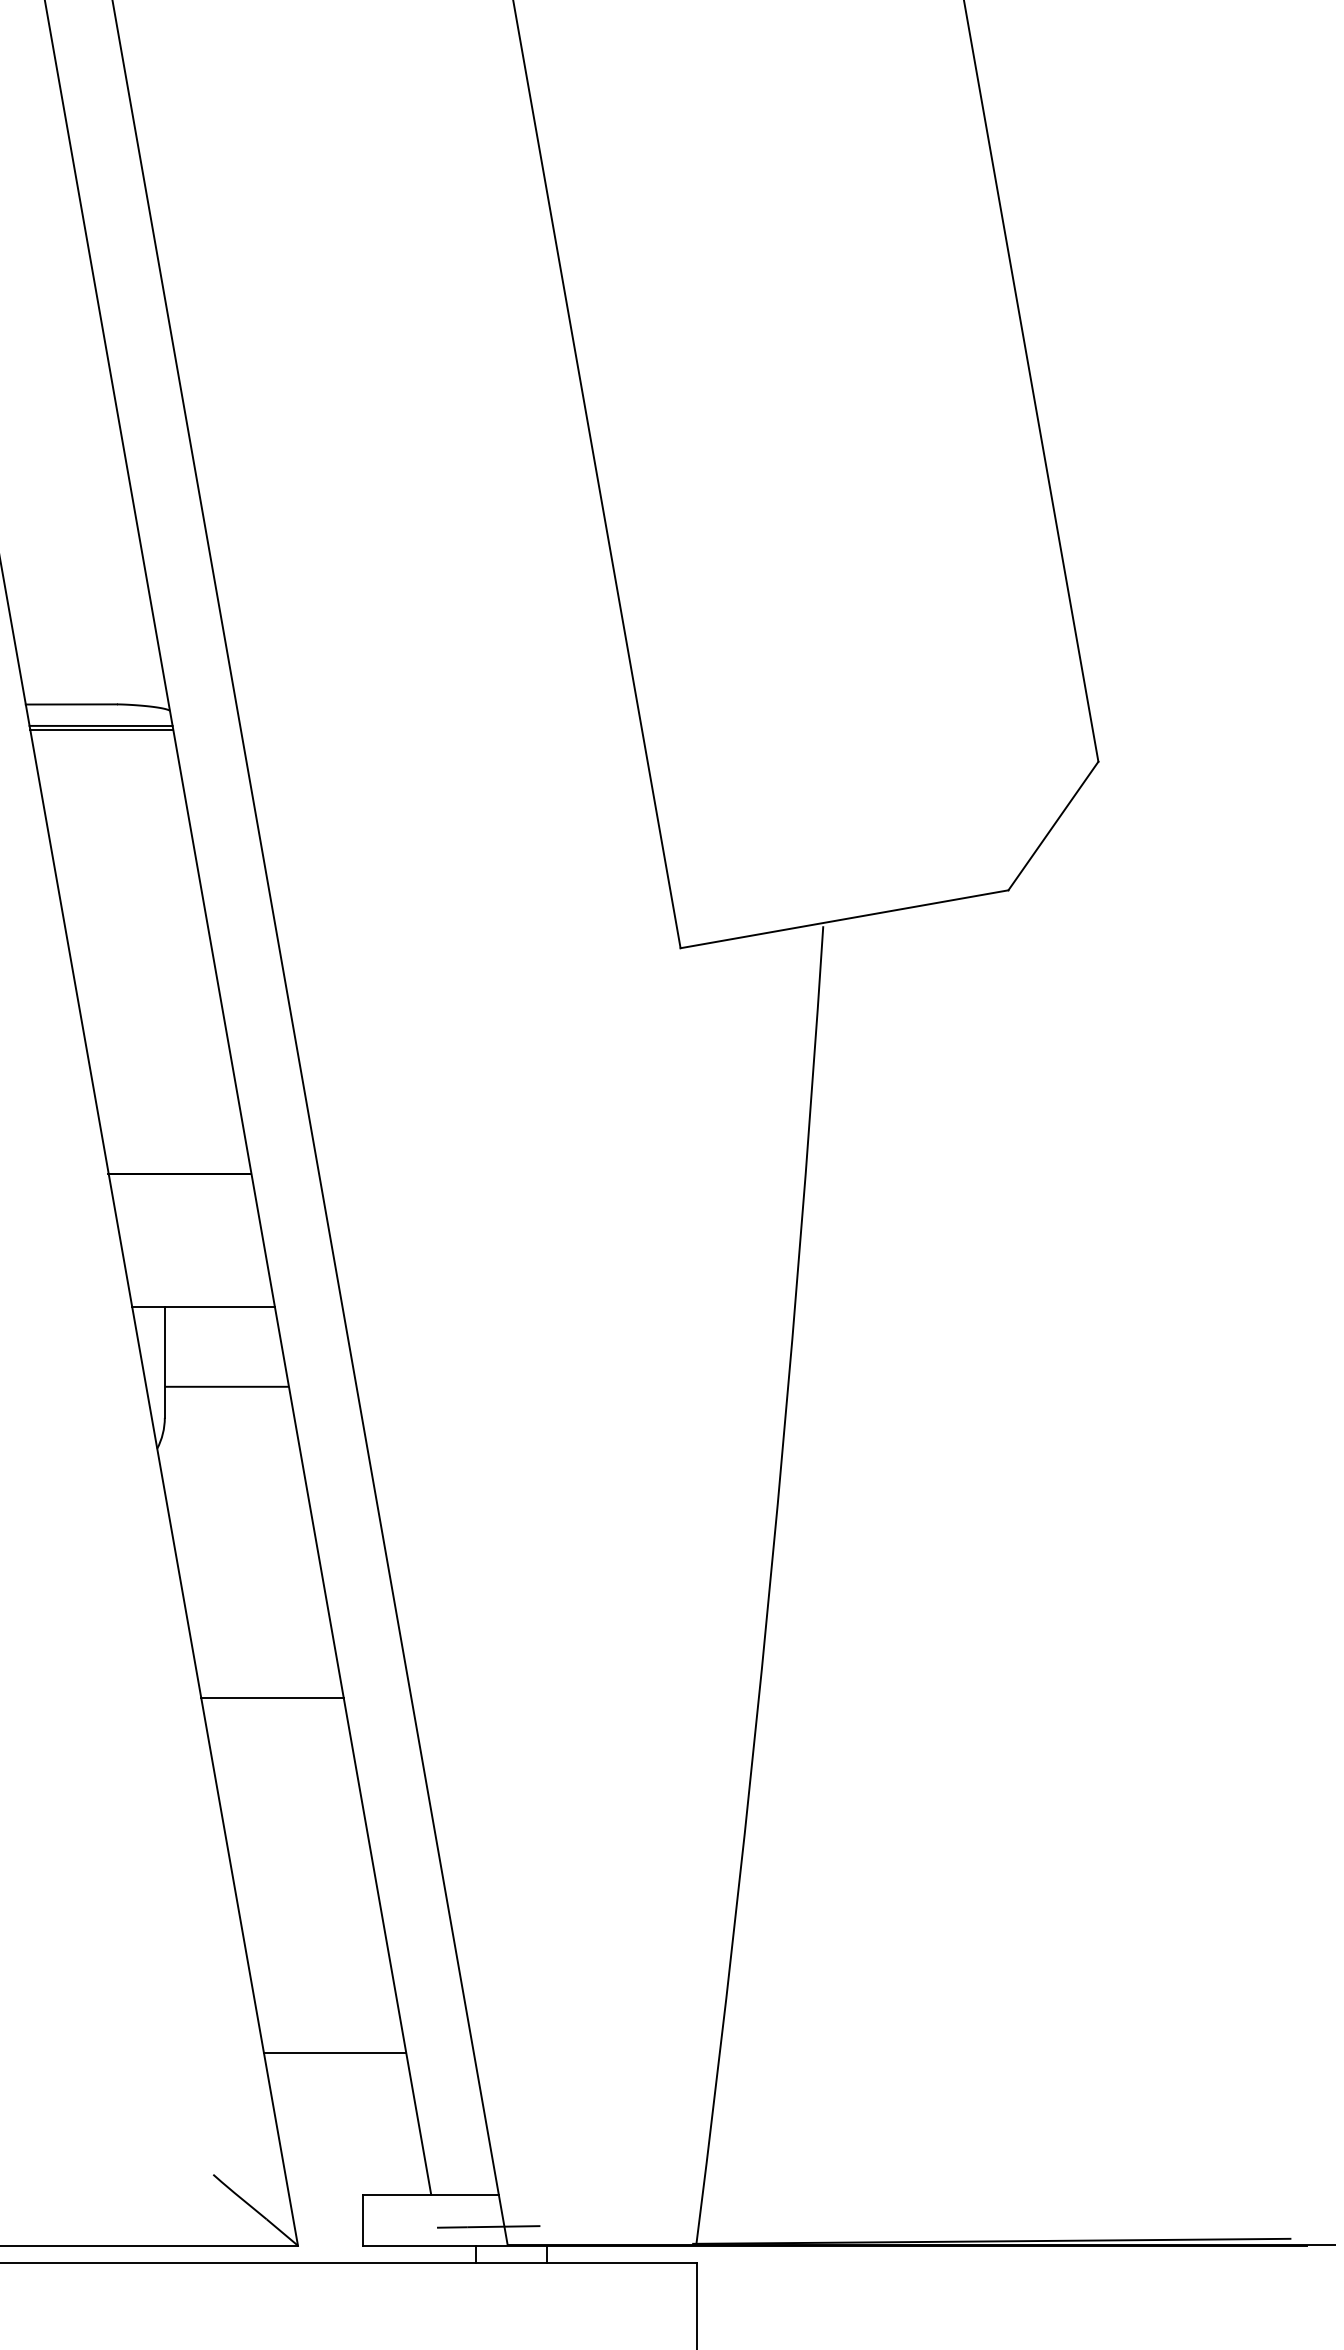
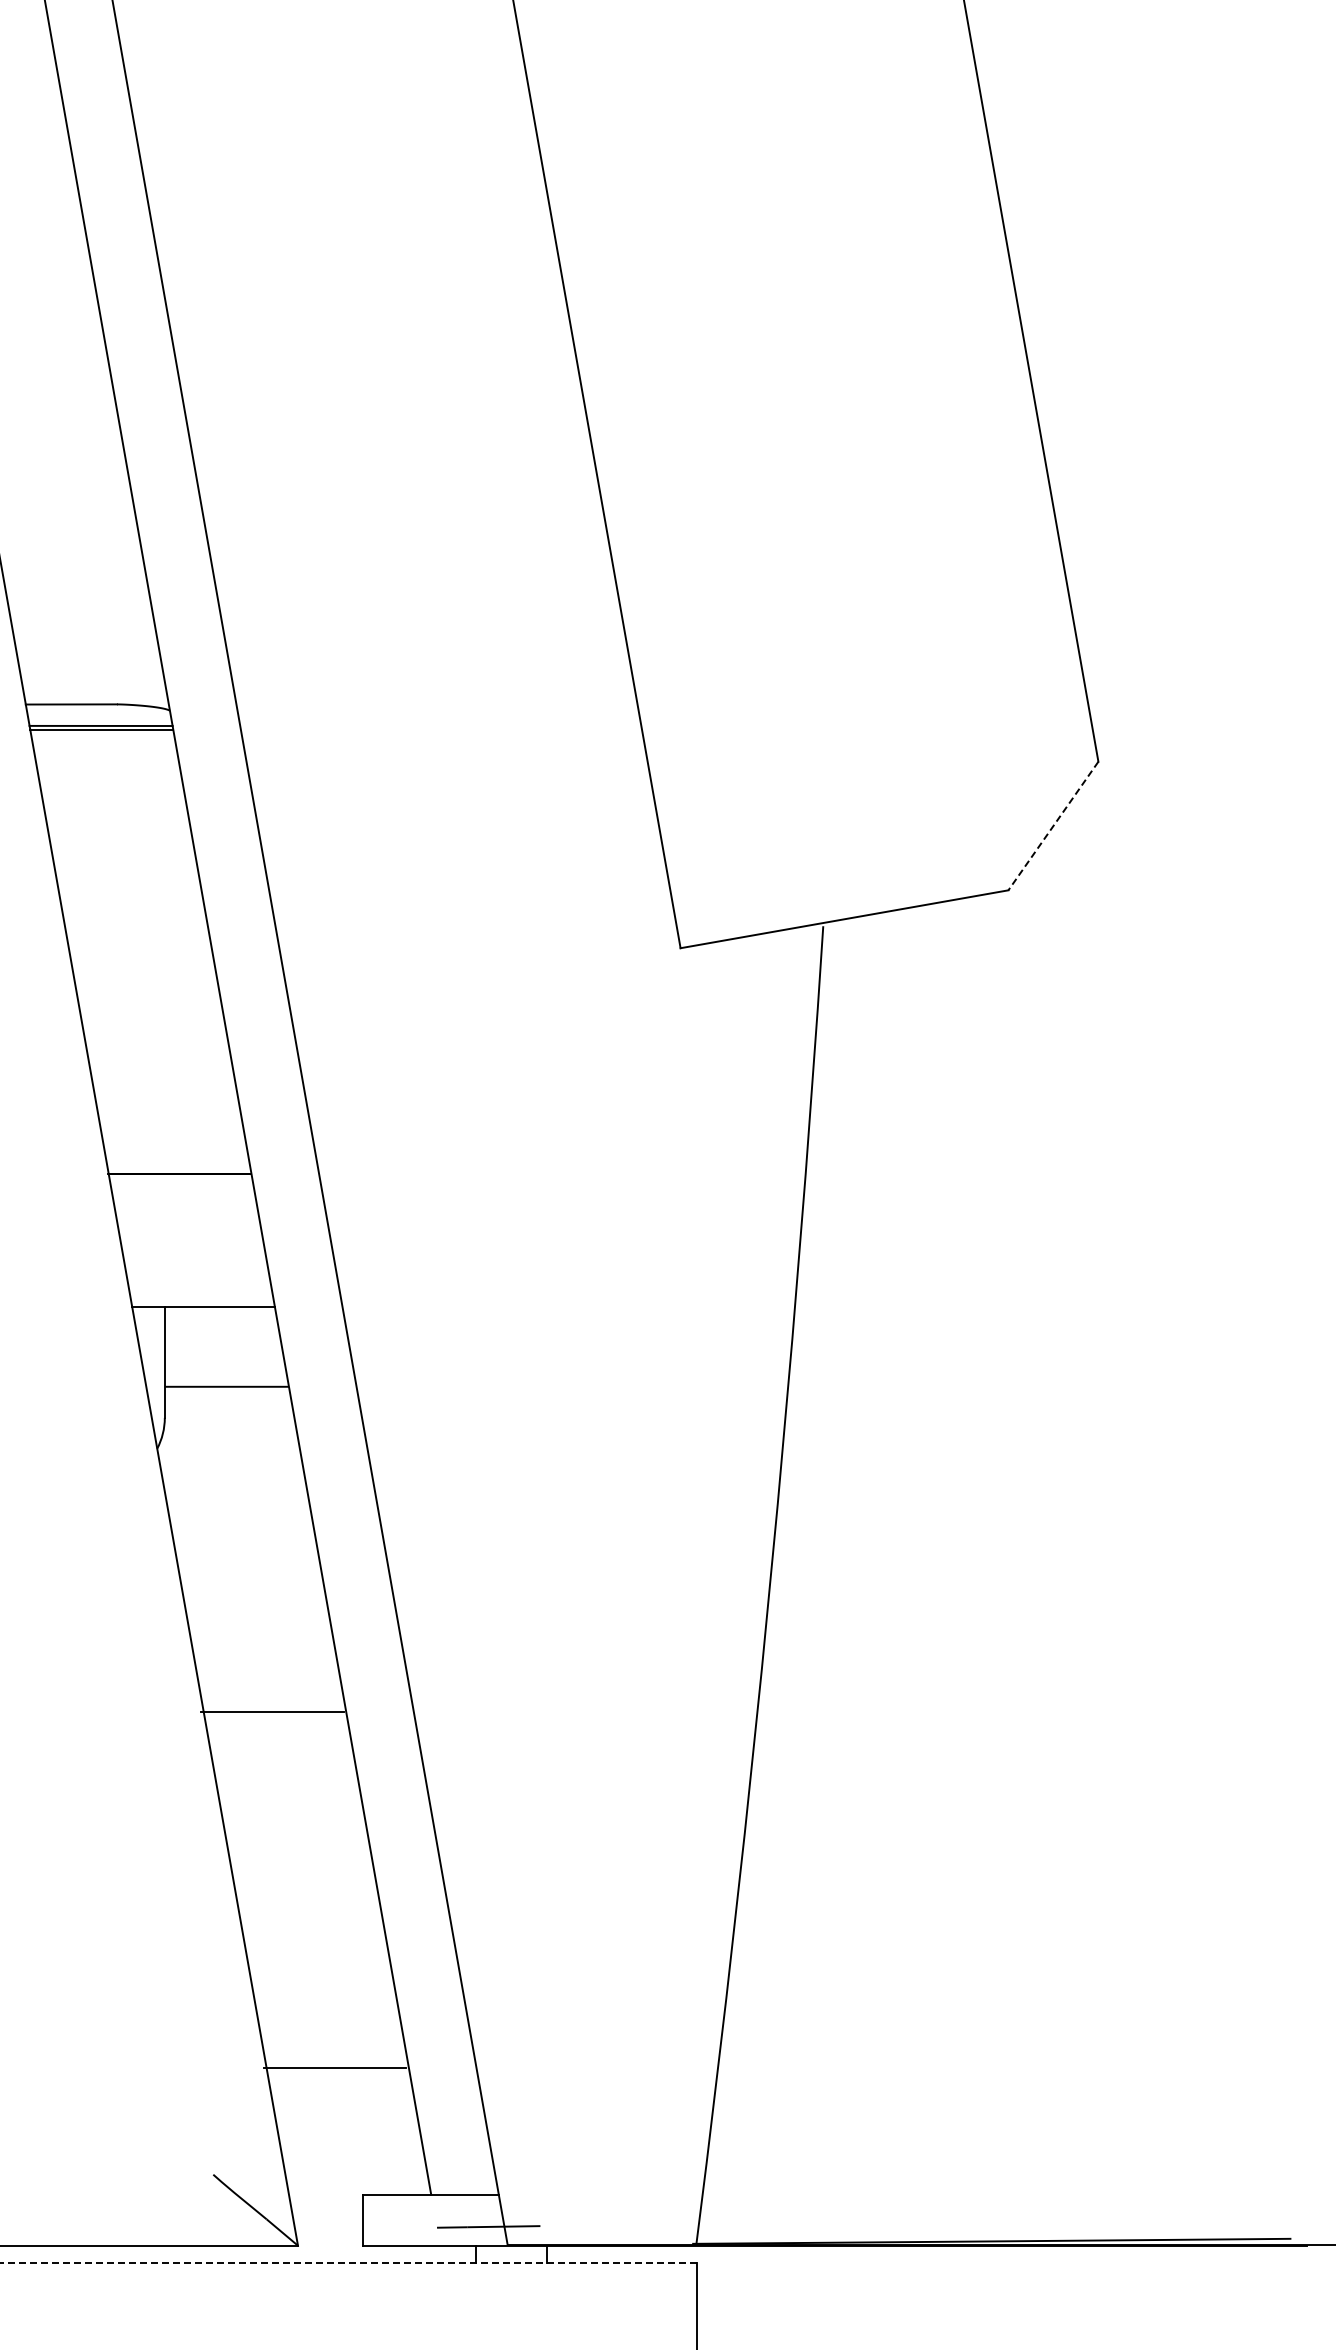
line at (1053, 826): solid -> dashed
line at (272, 1697) position: (272, 1697) -> (272, 1711)
line at (334, 2052) position: (334, 2052) -> (334, 2067)
line at (349, 2263): solid -> dashed
